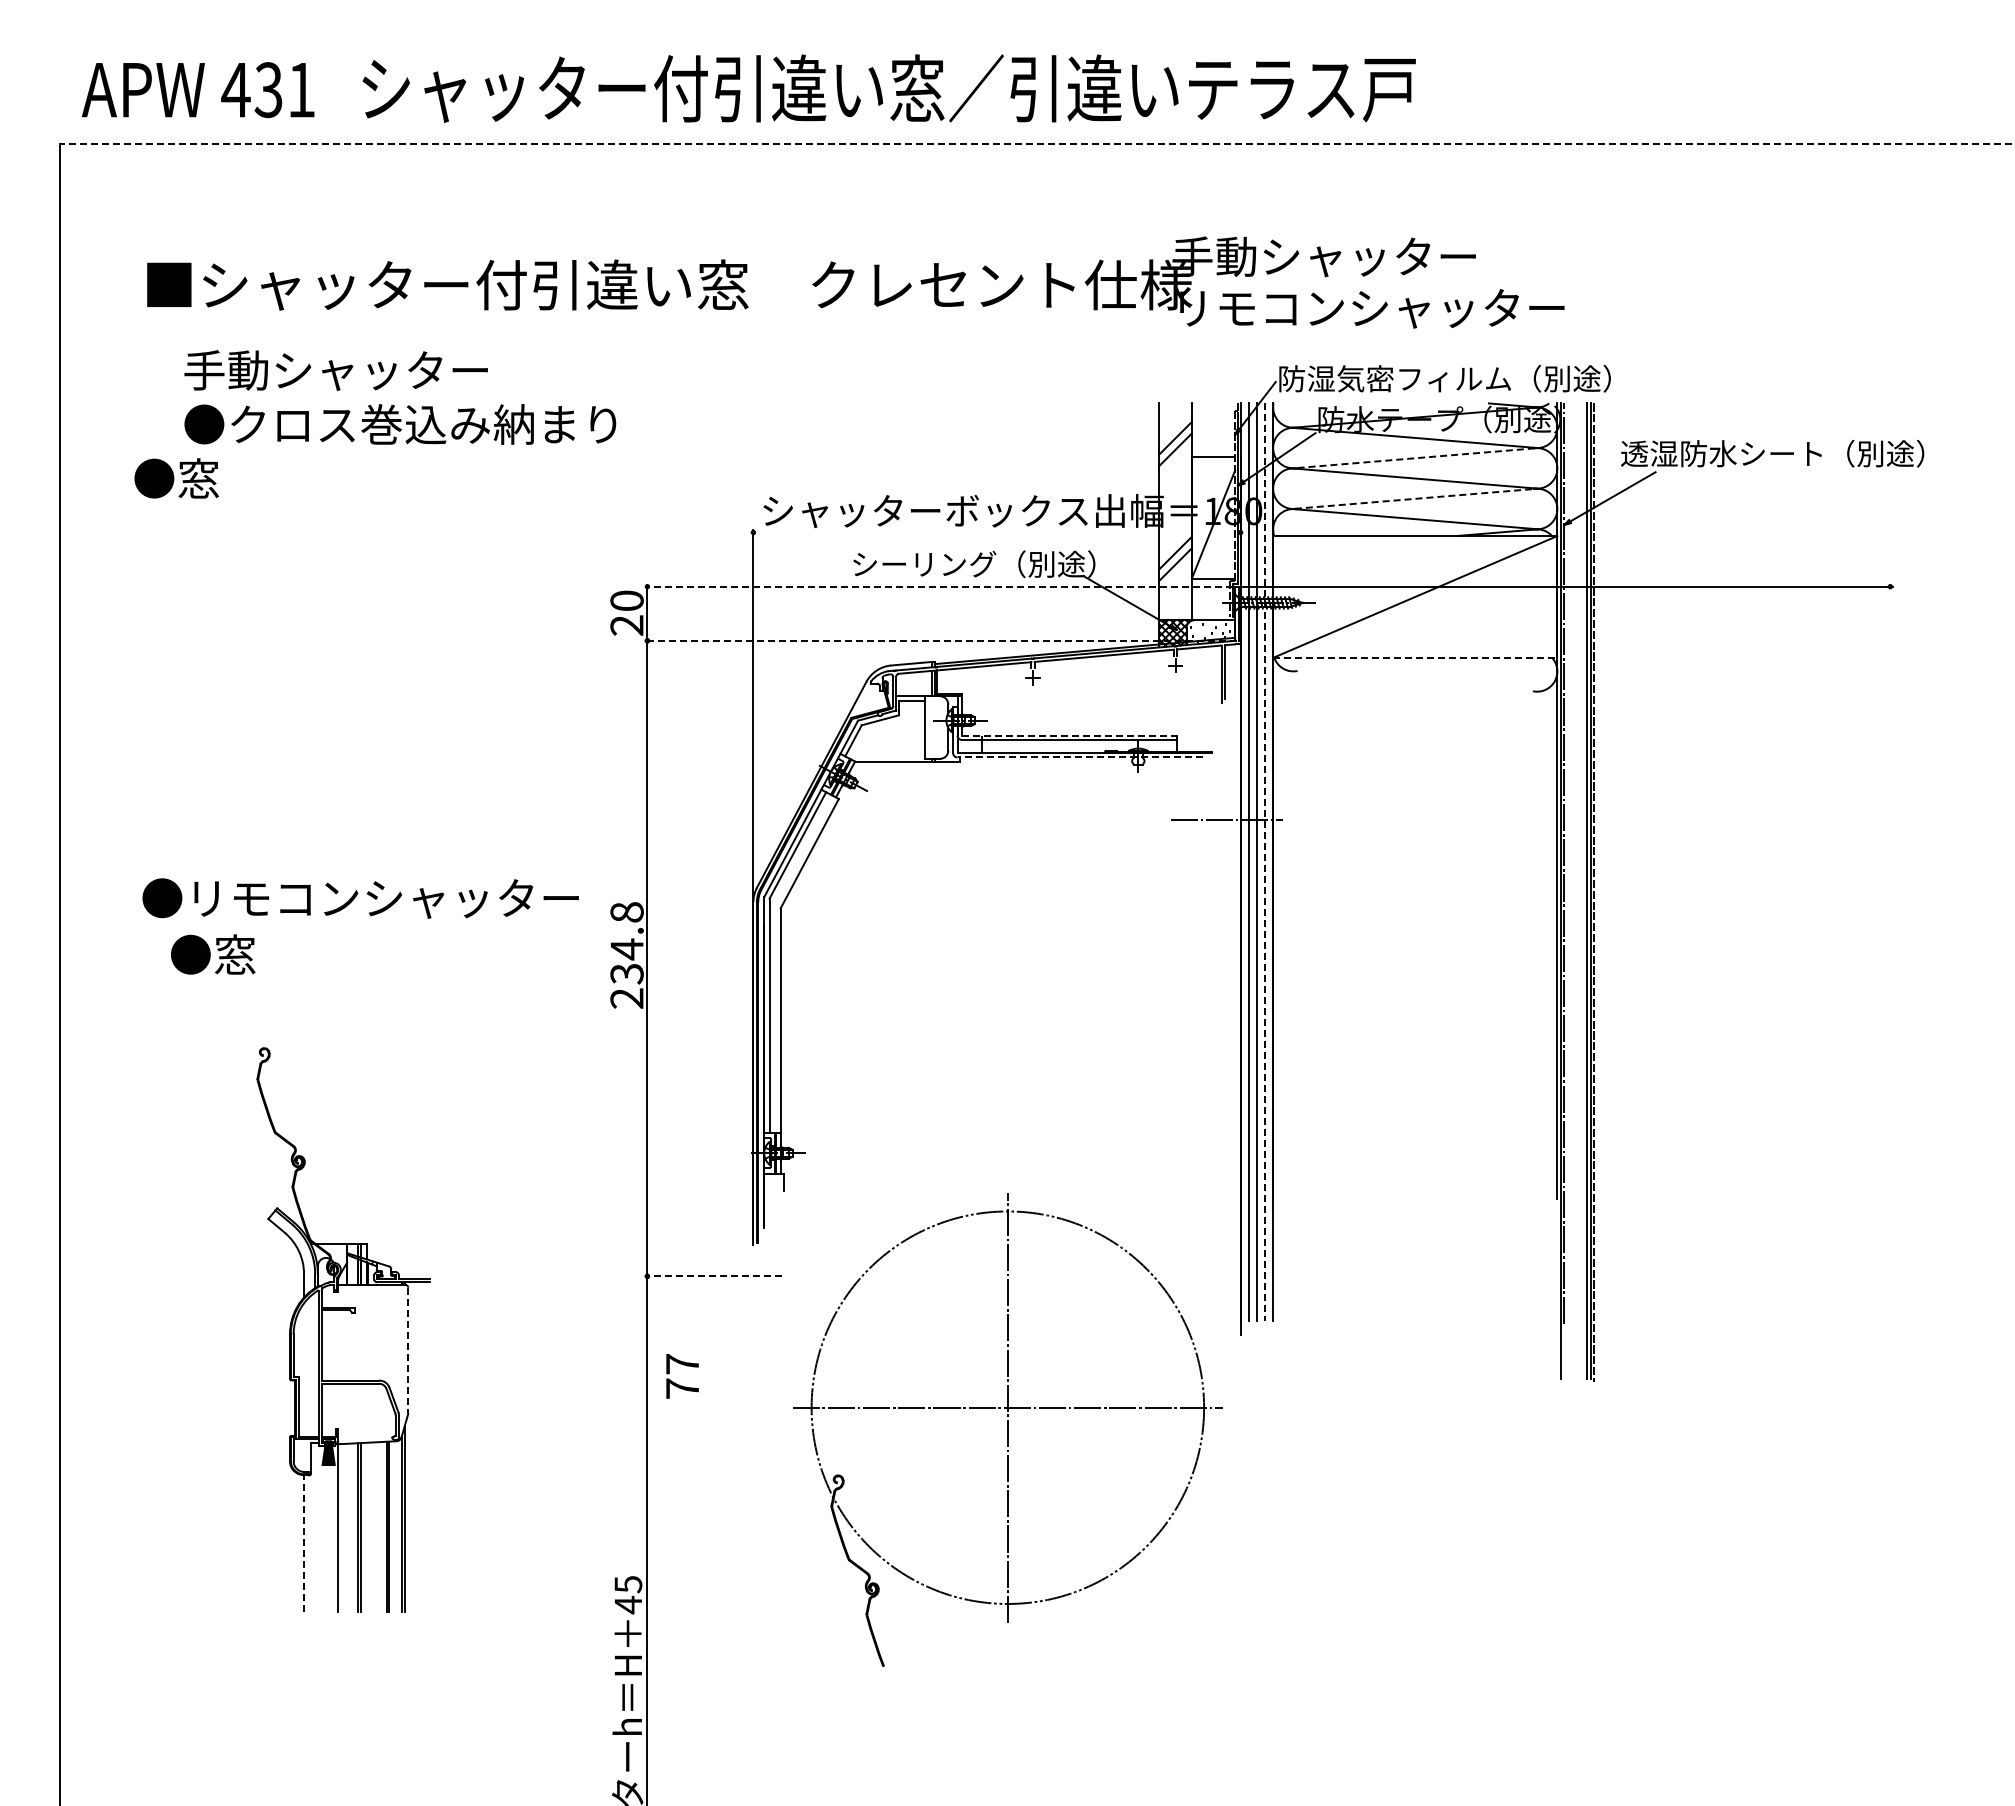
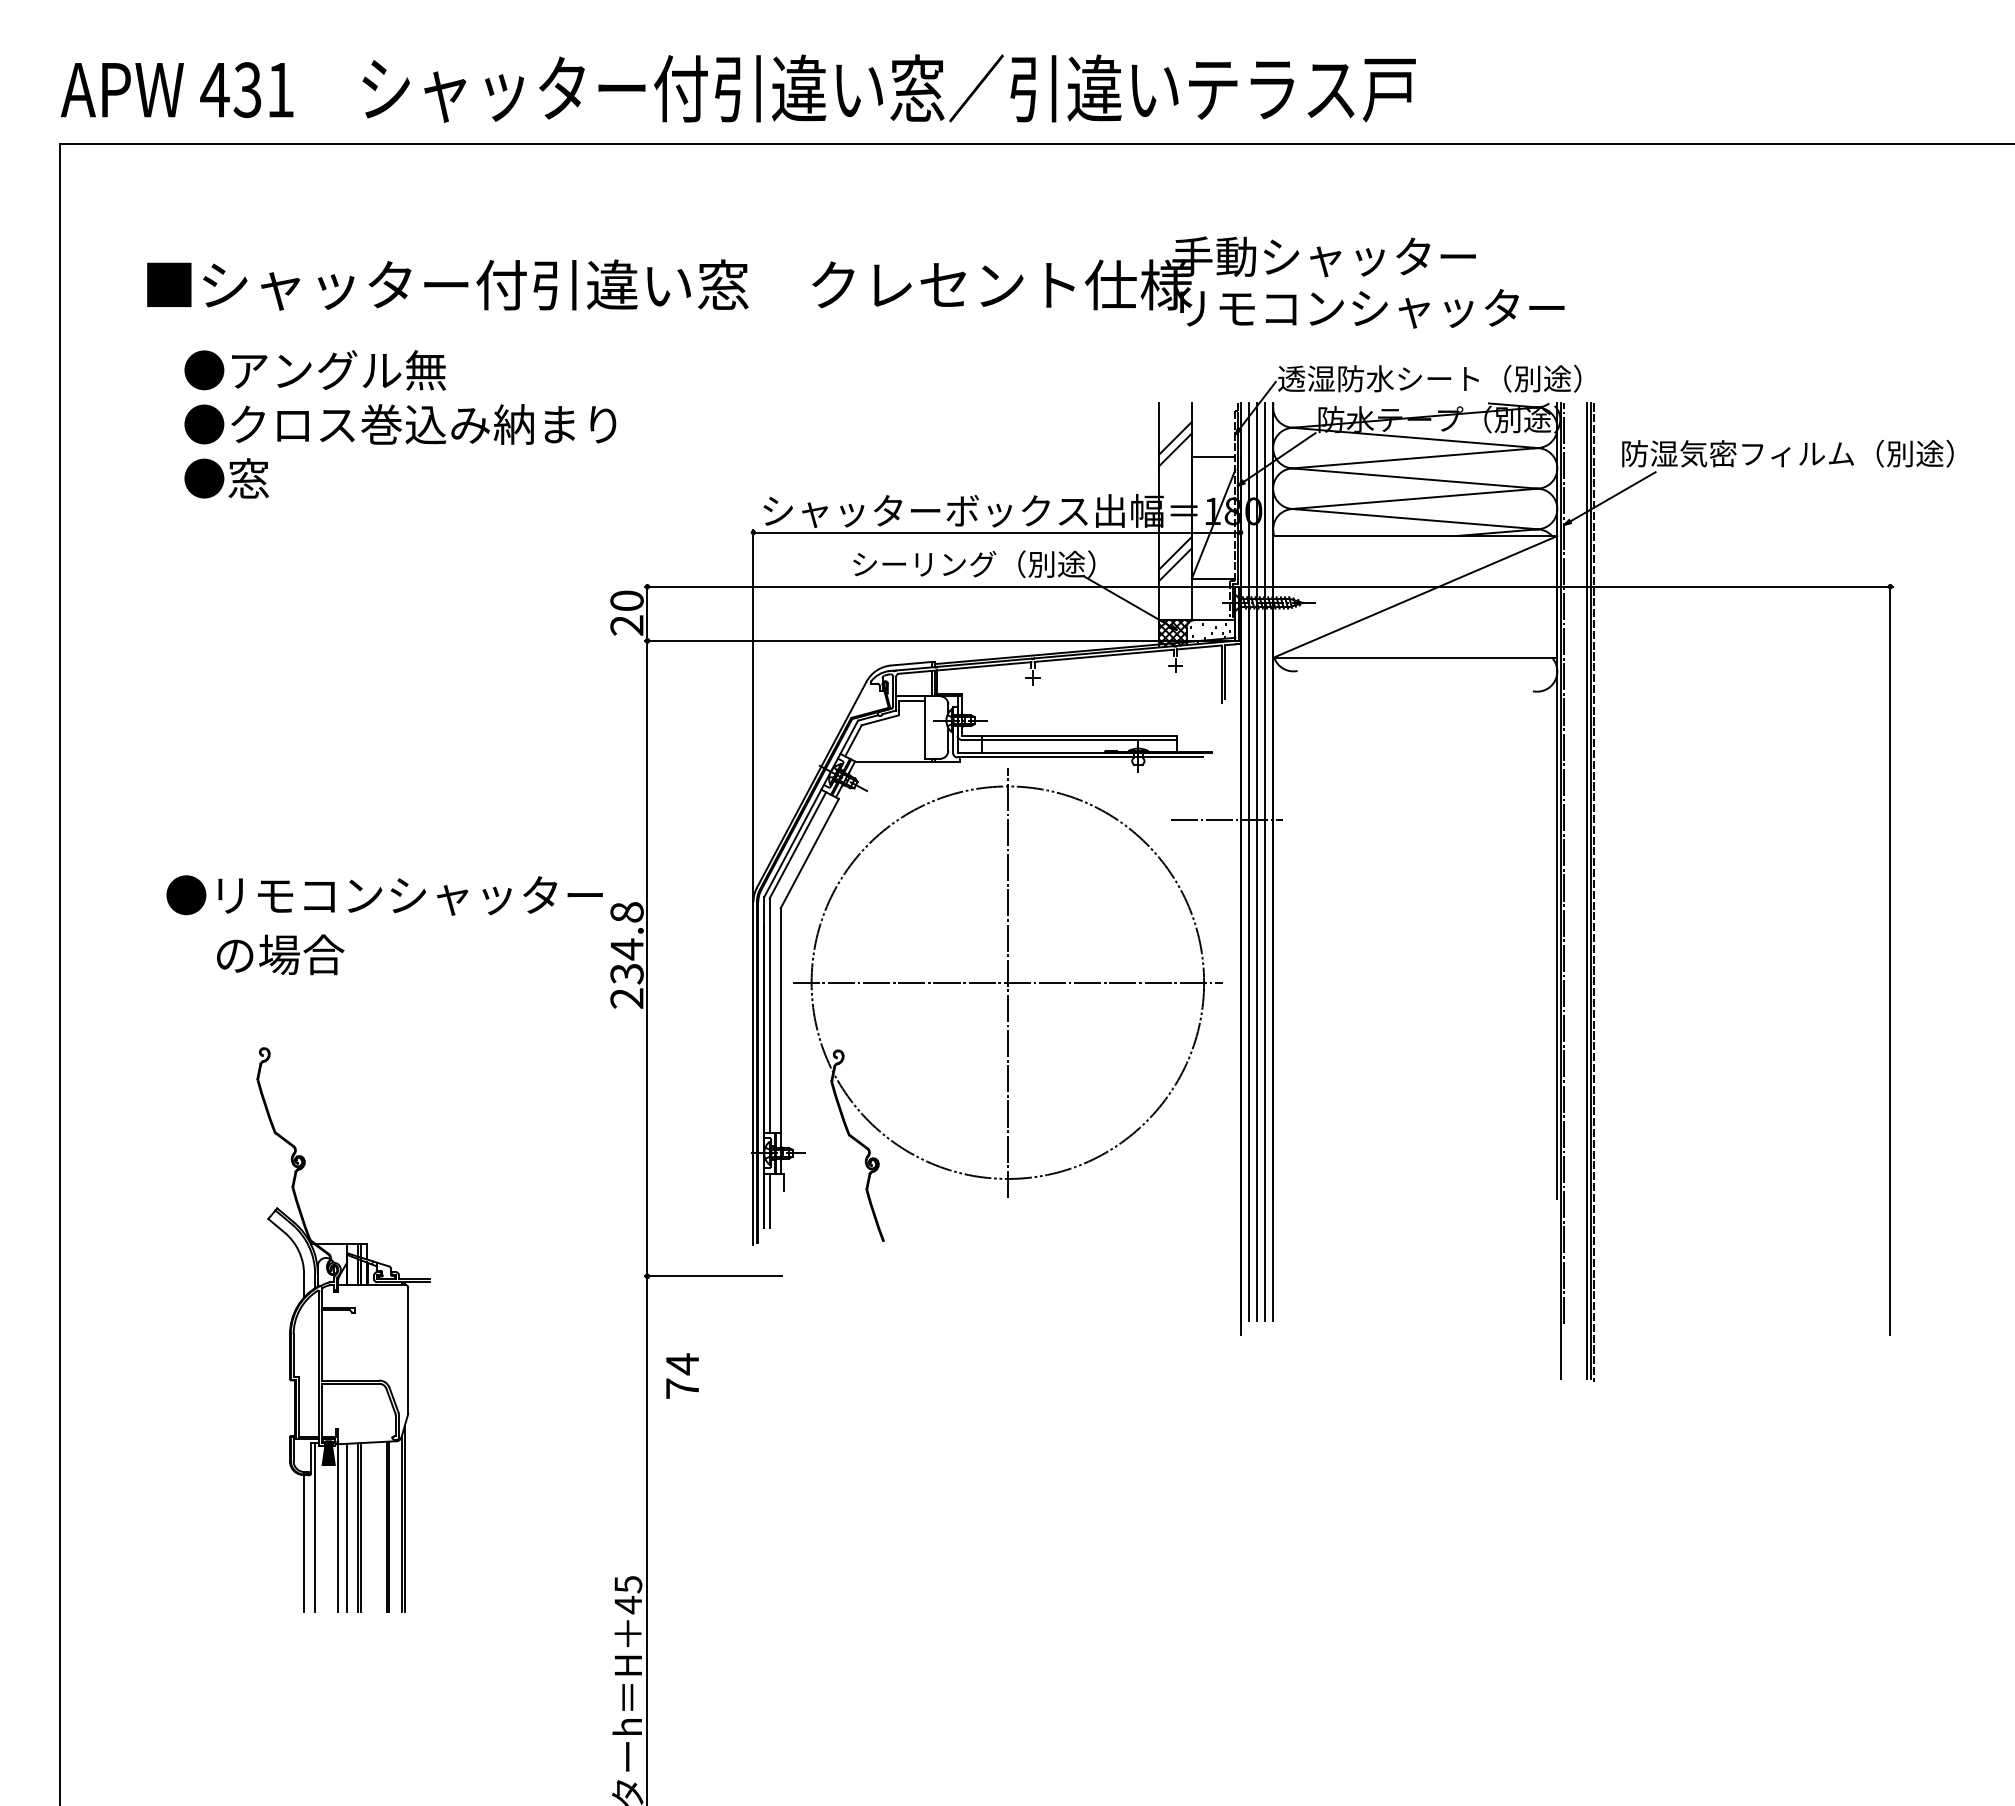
text at (197, 90) position: (197, 90) -> (176, 90)
line at (1037, 143): dashed -> solid
text at (335, 370): 手動シャッター -> ●アングル無
text at (1444, 378): 防湿気密フィルム（別途） -> 透湿防水シート（別途）
text at (1787, 453): 透湿防水シート（別途） -> 防湿気密フィルム（別途）
line at (1417, 458): dashed -> solid
text at (176, 478) position: (176, 478) -> (226, 478)
line at (1416, 498): dashed -> solid
line at (996, 532): none -> present
line at (938, 586): dashed -> solid
line at (940, 640): dashed -> solid
line at (1415, 657): dashed -> solid
line at (1069, 735): dashed -> solid
line at (1079, 757): dashed -> solid
line at (1265, 862): dashed -> solid
text at (360, 898) position: (360, 898) -> (384, 895)
text at (257, 954): ●窓 -> の場合
line at (1890, 960): none -> present
line at (769, 1200): none -> present
line at (713, 1276): dashed -> solid
line at (408, 1350): dashed -> solid
text at (682, 1364): 77 -> 74
part at (1007, 1429) position: (1007, 1429) -> (1007, 1004)
line at (315, 1527): none -> present
line at (347, 1527): none -> present
line at (304, 1543): dashed -> solid
